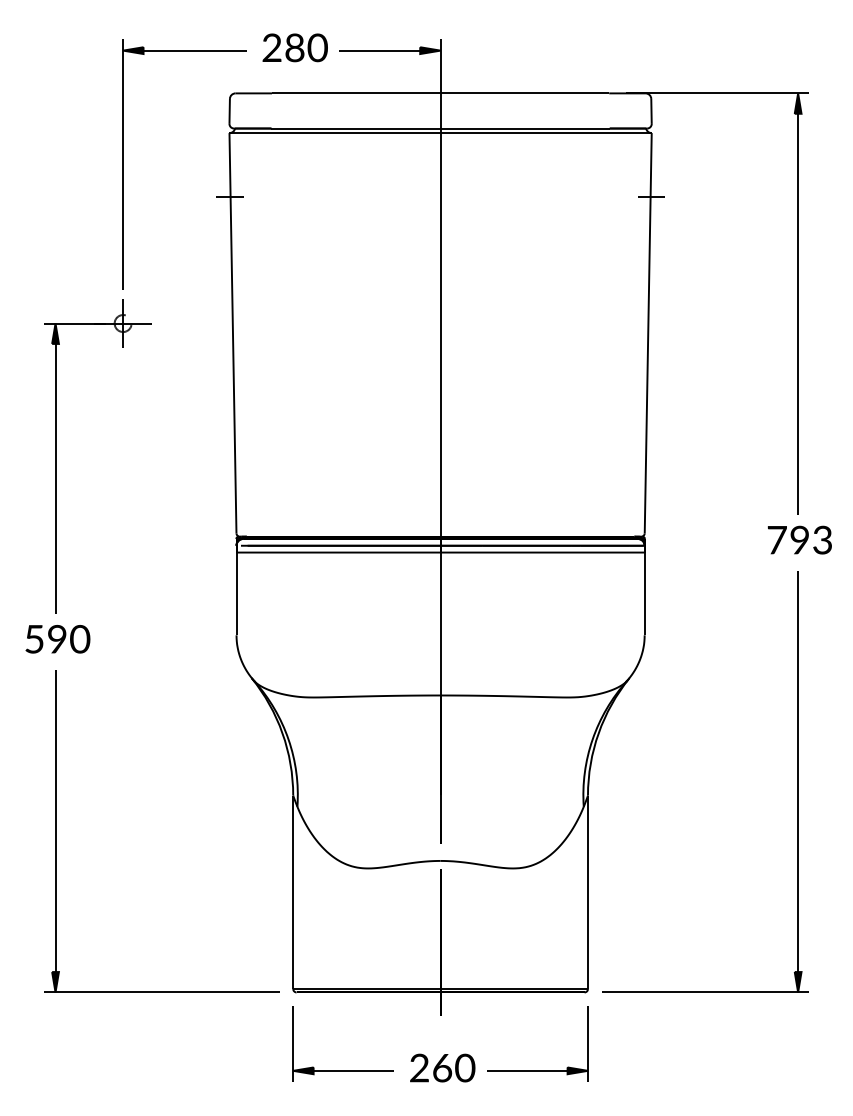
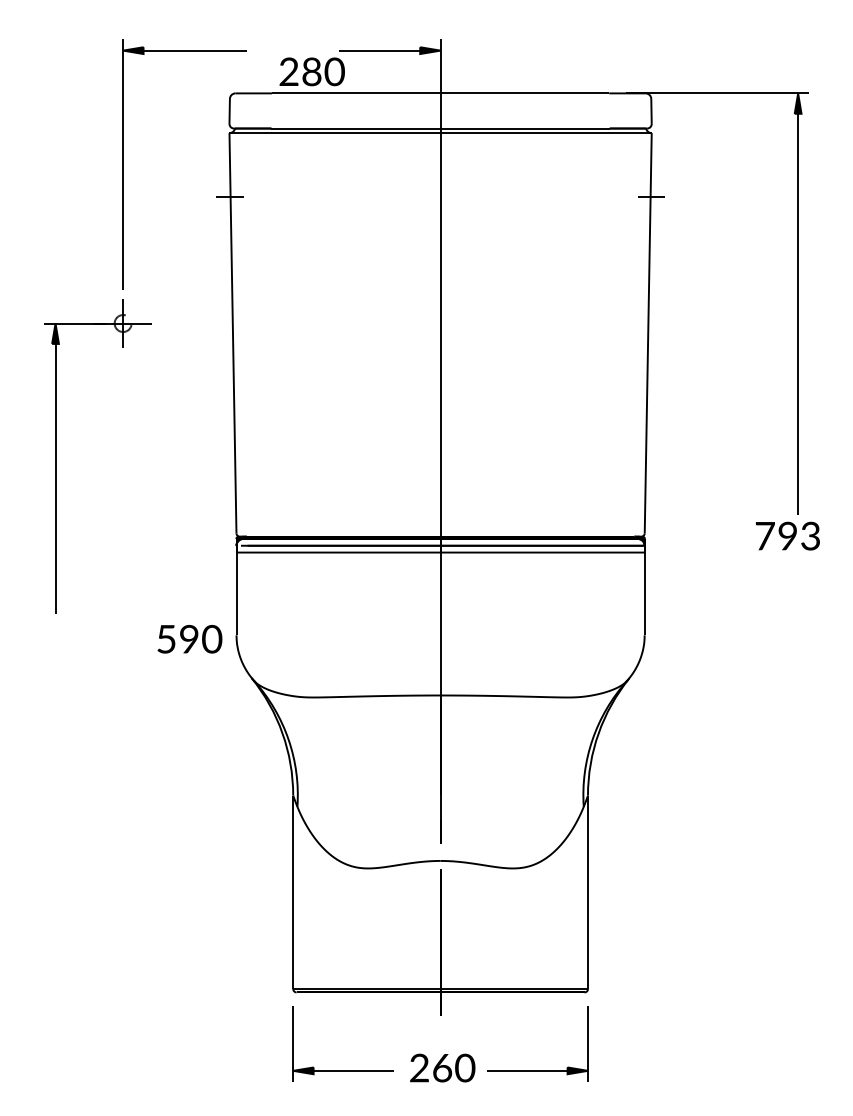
text at (294, 47) position: (294, 47) -> (311, 71)
text at (799, 539) position: (799, 539) -> (787, 535)
text at (57, 639) position: (57, 639) -> (189, 639)
part at (797, 781): present -> none
part at (56, 831): present -> none
